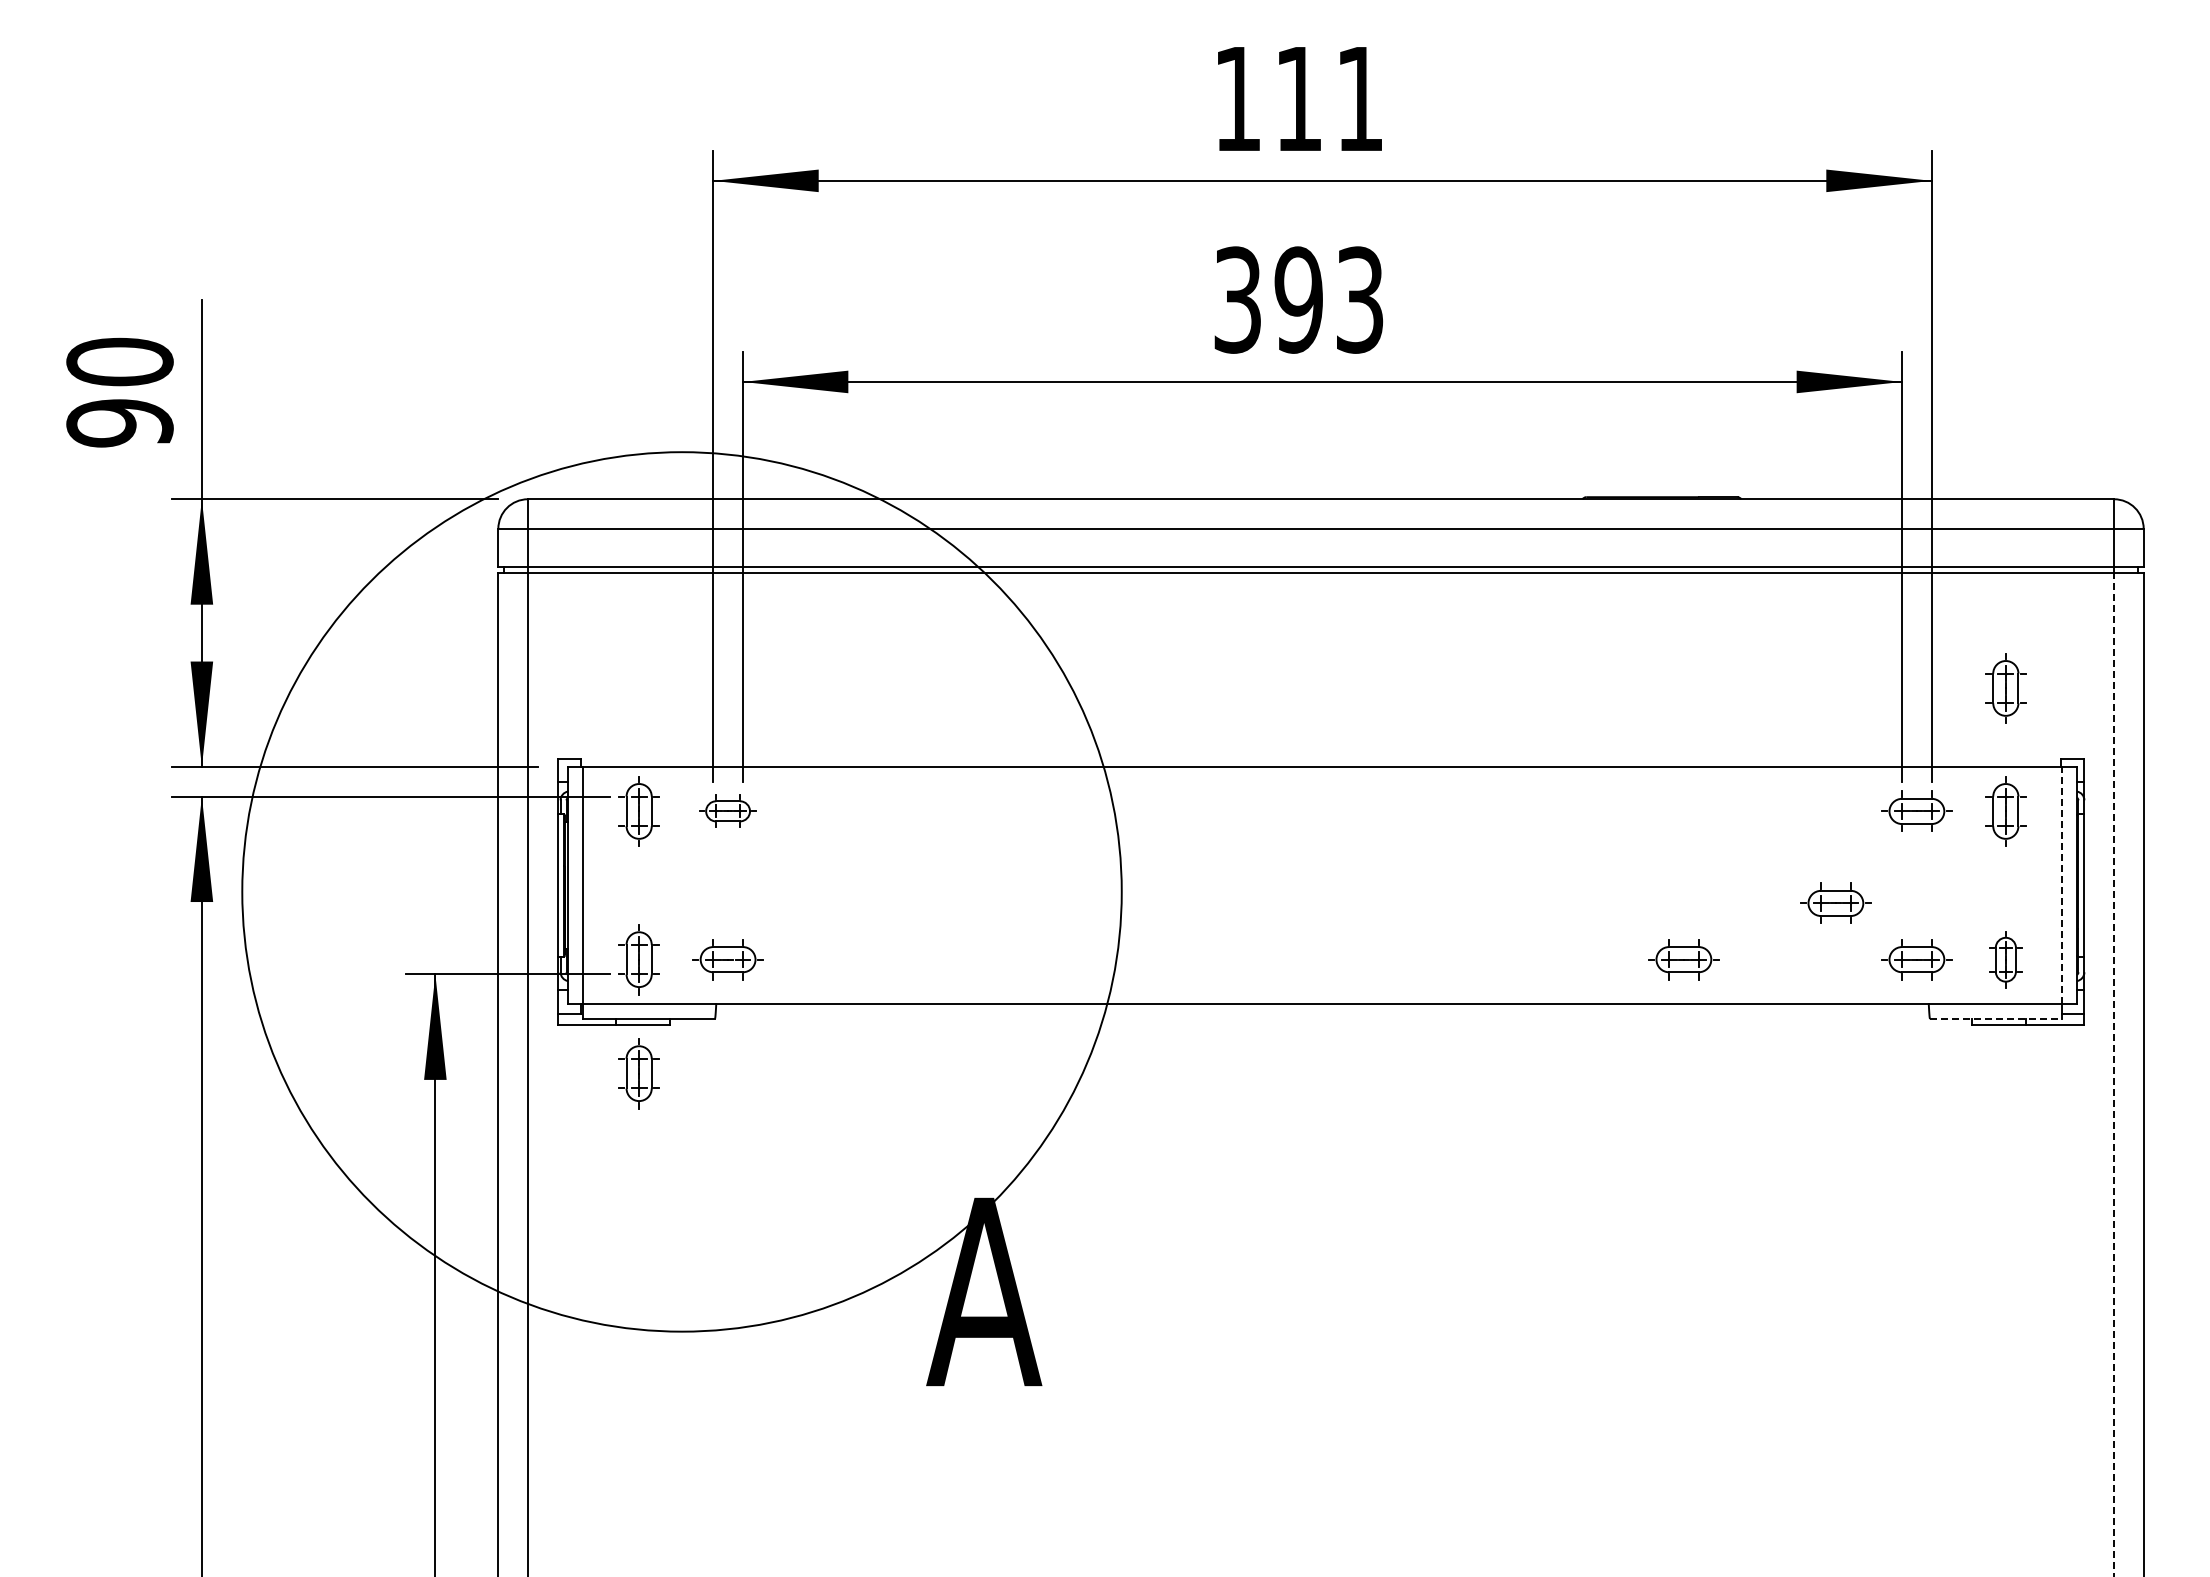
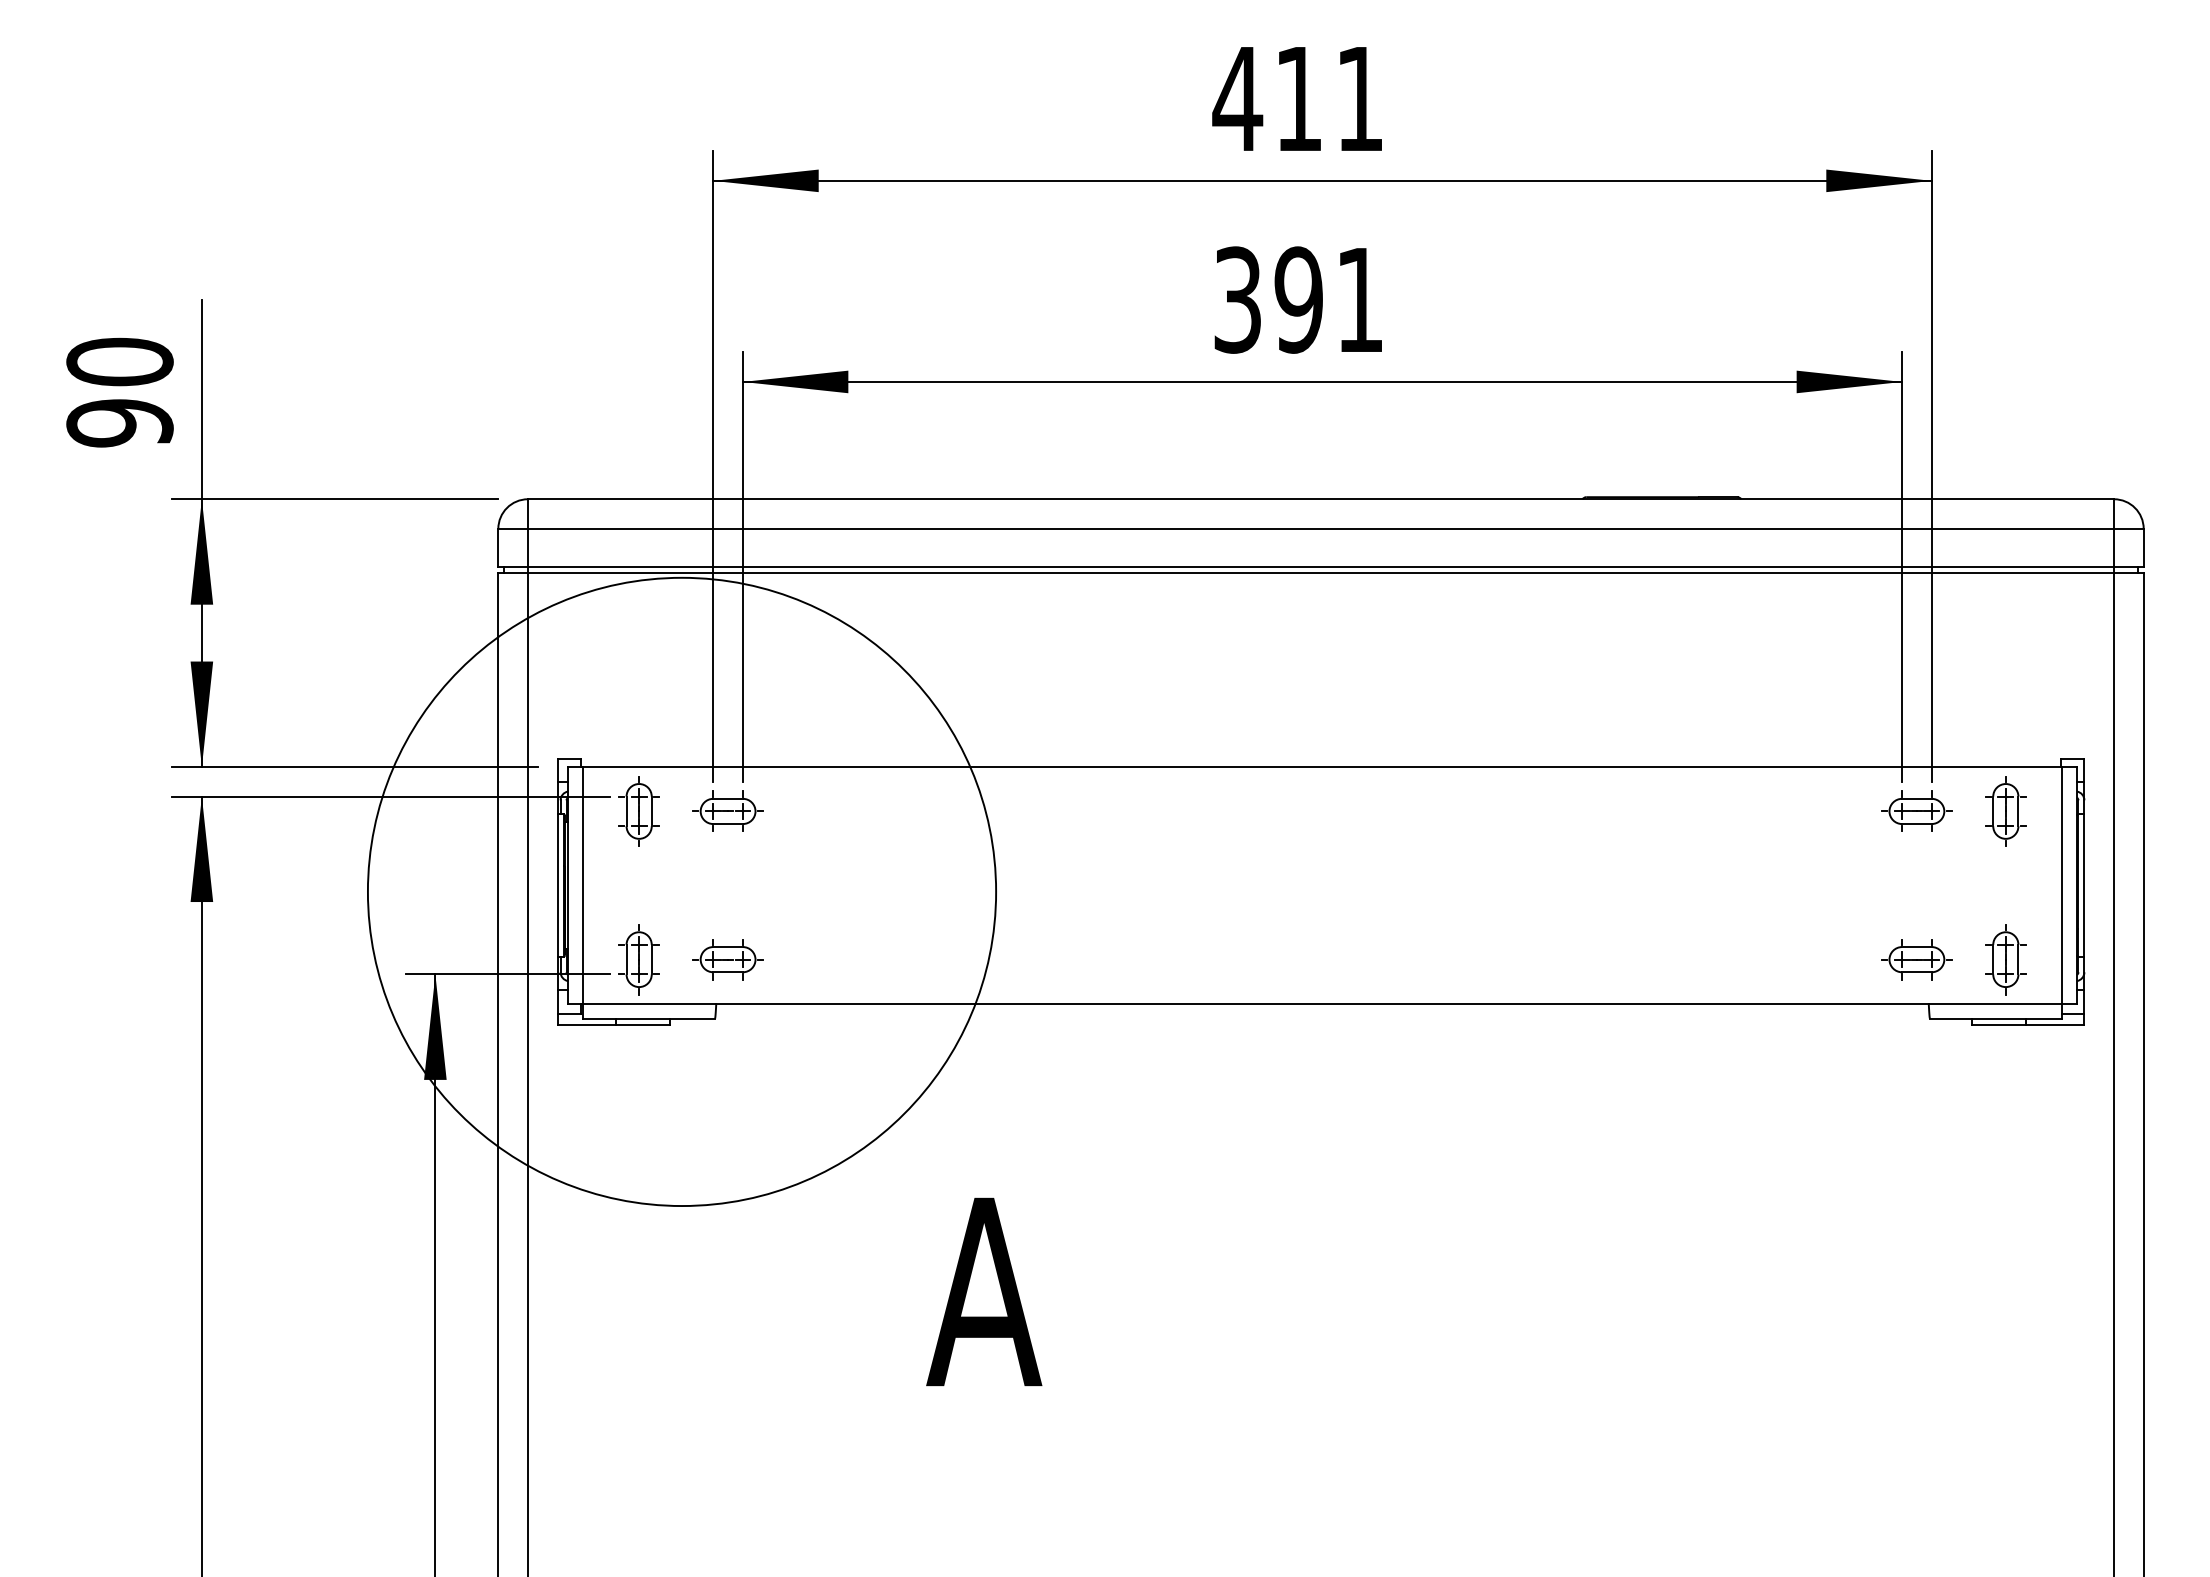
text at (1237, 98): 111 -> 411
text at (1360, 299): 393 -> 391
part at (2005, 688): present -> none
part at (727, 810) size: 58x34 px -> 72x42 px
line at (2062, 885): dashed -> solid
circle at (681, 891) diameter: 879 px -> 628 px
part at (1835, 902): present -> none
part at (1683, 959): present -> none
part at (2005, 959) size: 34x58 px -> 42x72 px
line at (1996, 1018): dashed -> solid
part at (638, 1073): present -> none
line at (2114, 1074): dashed -> solid
